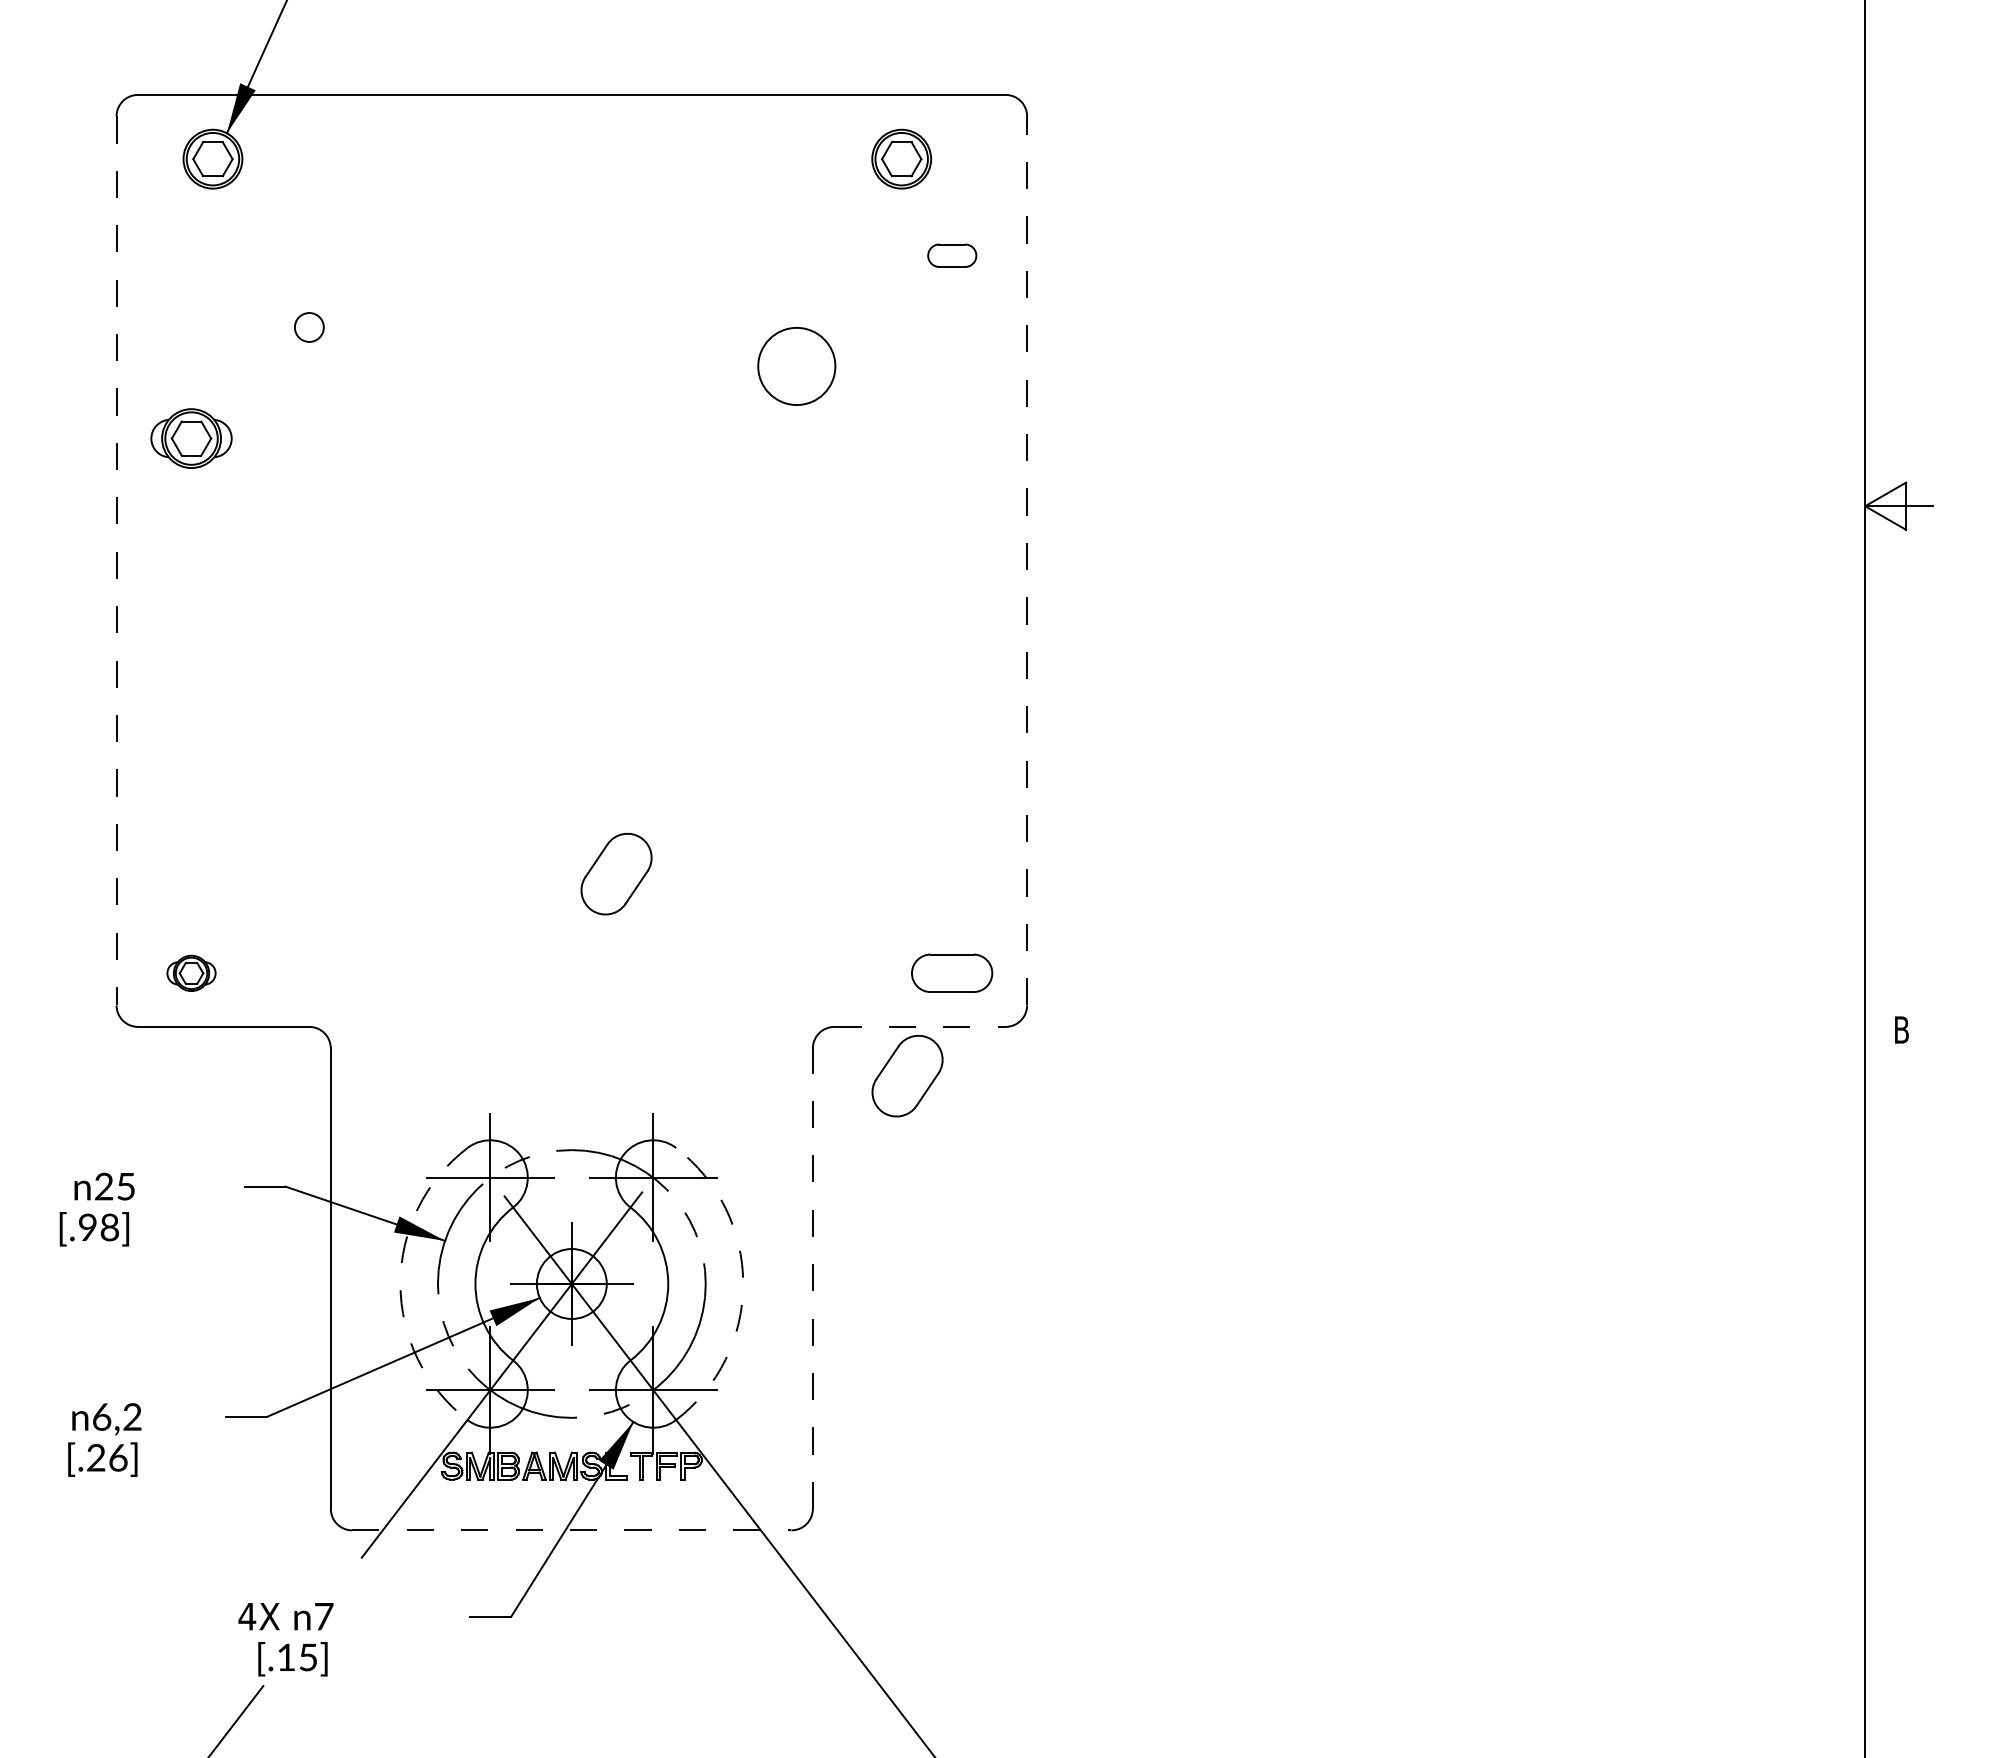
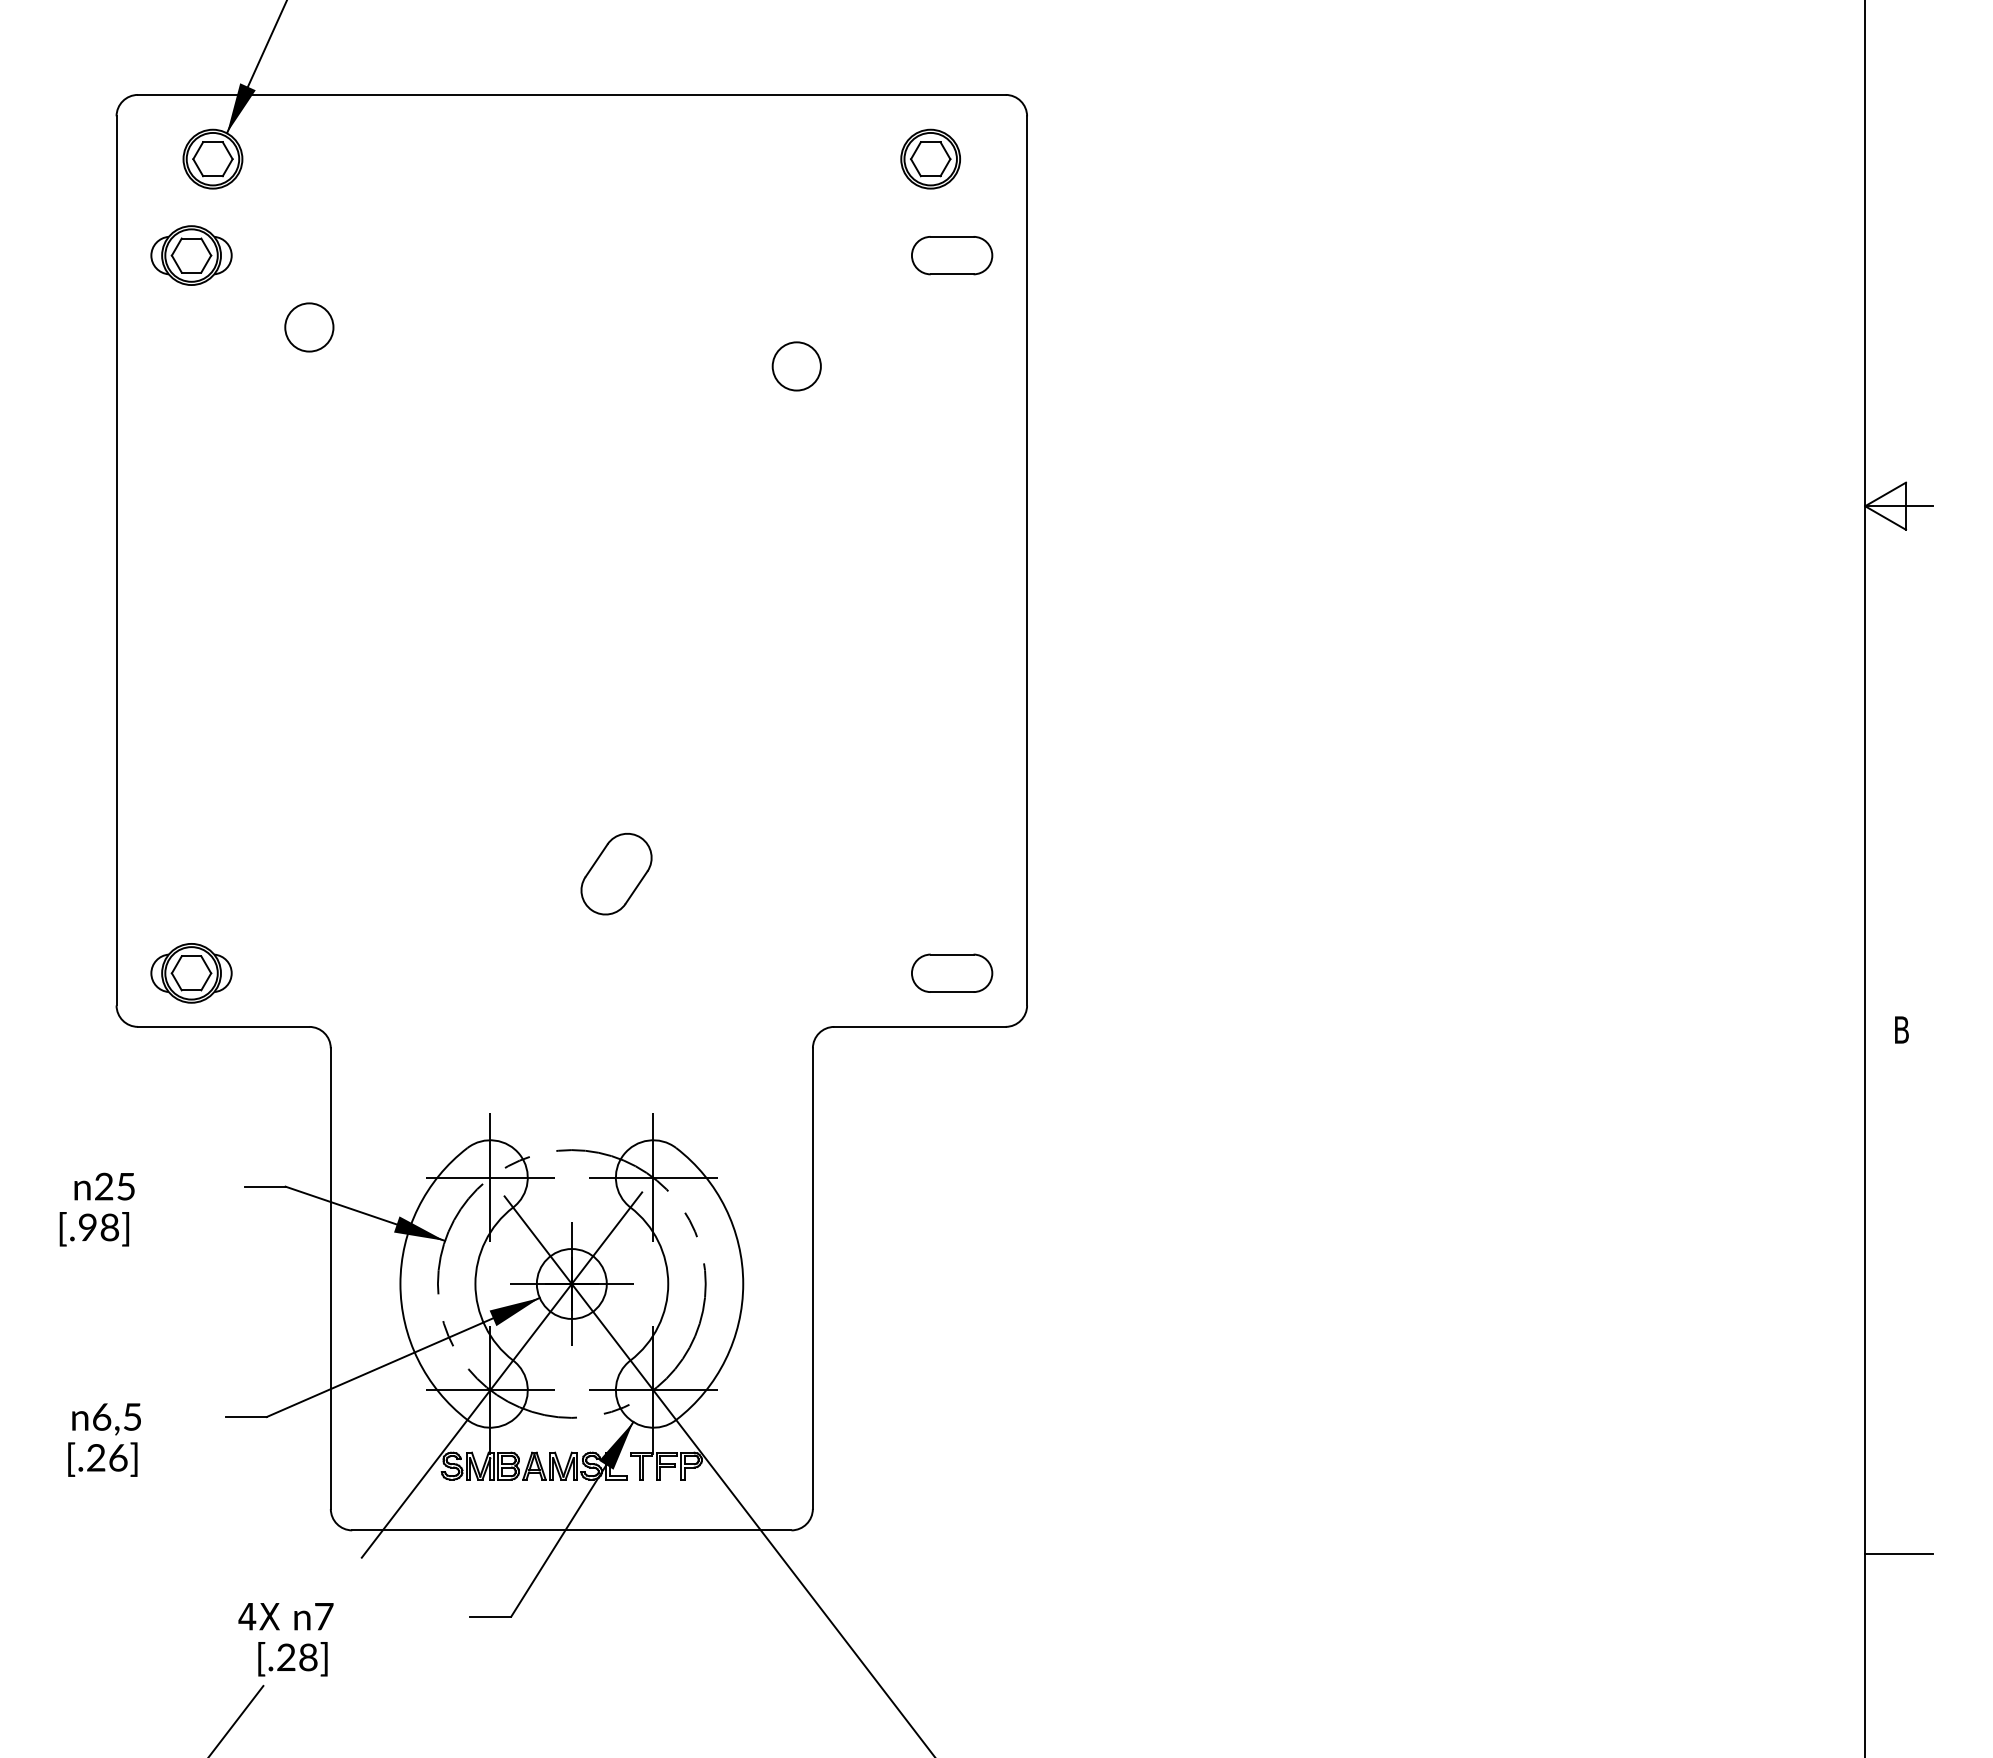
part at (901, 158) position: (901, 158) -> (930, 158)
part at (952, 255) size: 51x25 px -> 83x40 px
circle at (308, 327) diameter: 29 px -> 48 px
circle at (796, 366) diameter: 77 px -> 48 px
part at (191, 438) position: (191, 438) -> (191, 255)
line at (116, 560): dashed -> solid
line at (1027, 560): dashed -> solid
part at (191, 972) size: 51x38 px -> 83x61 px
line at (920, 1026): dashed -> solid
part at (907, 1076): present -> none
line at (812, 1278): dashed -> solid
arc at (400, 1284): dashed -> solid
arc at (743, 1284): dashed -> solid
text at (132, 1416): 6,2 -> 6,5
line at (571, 1530): dashed -> solid
line at (1899, 1553): none -> present
text at (297, 1657): [.15] -> [.28]
